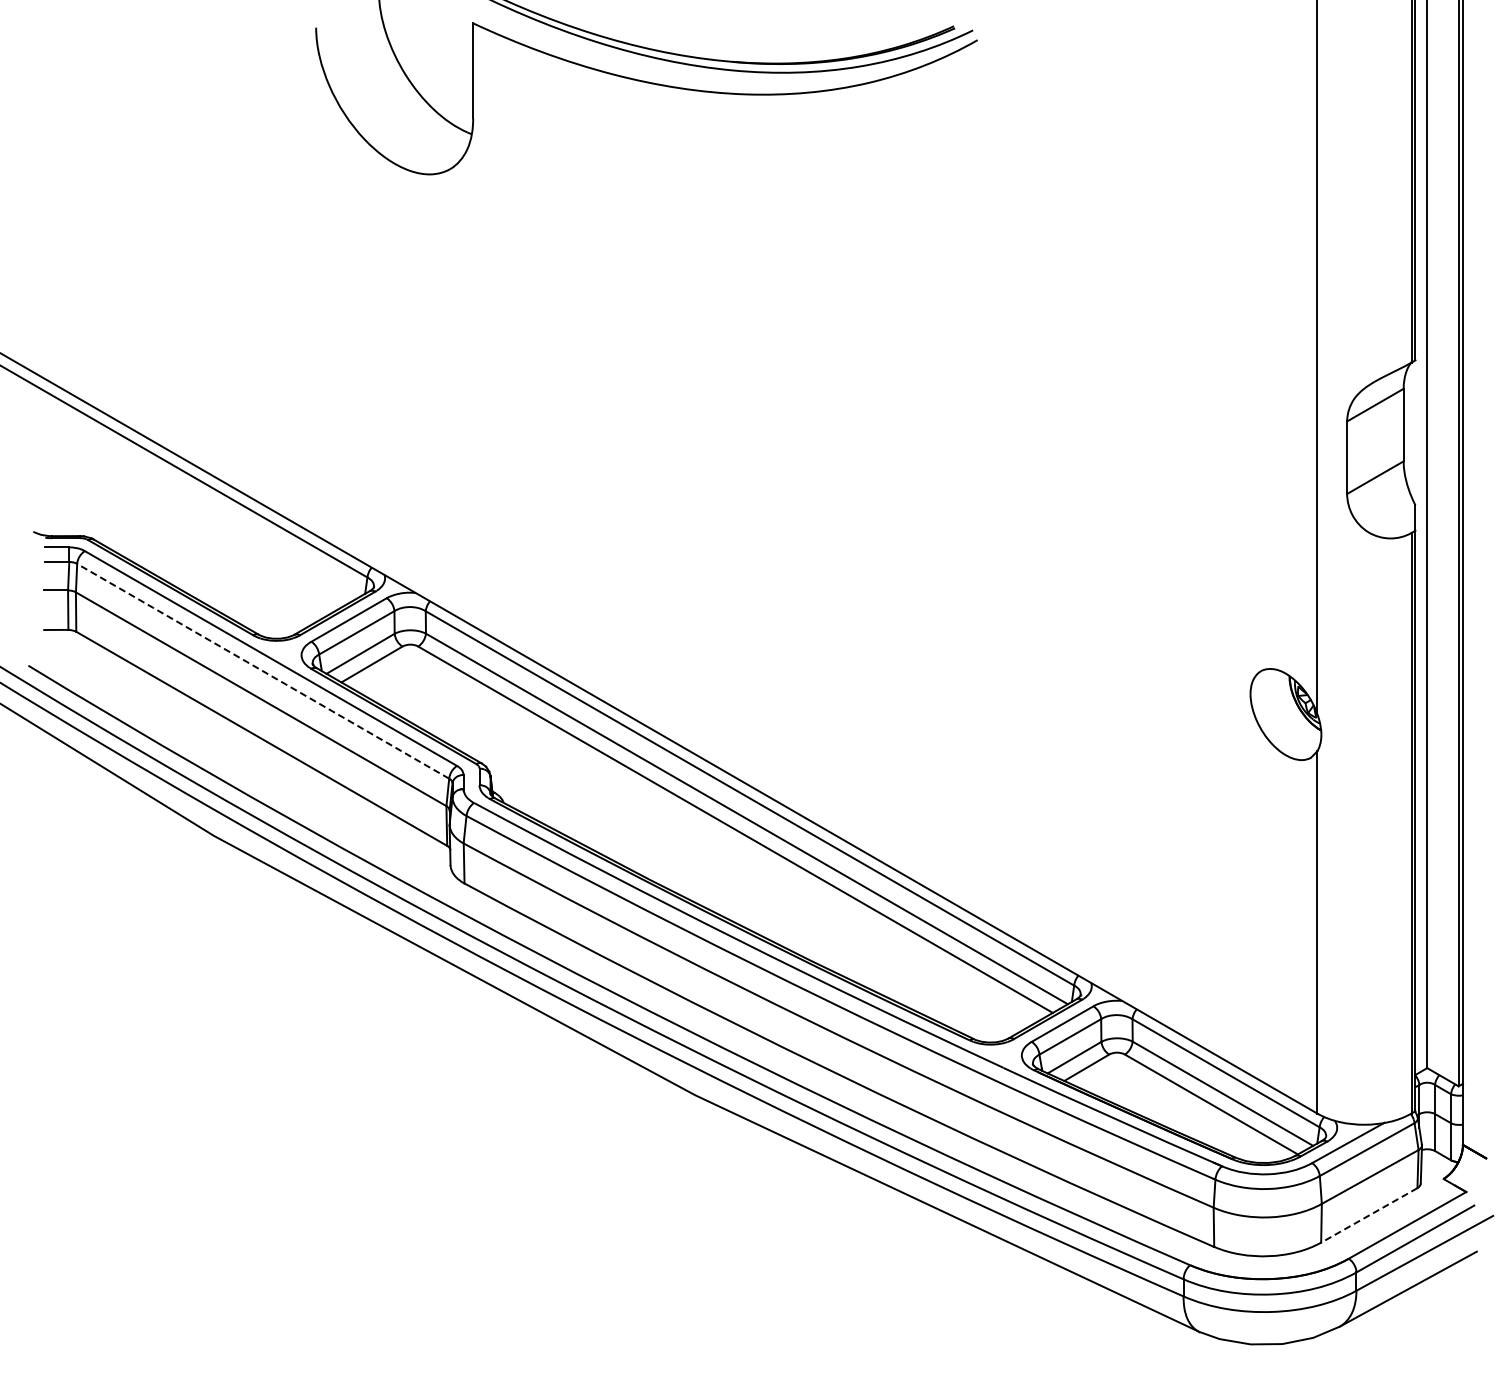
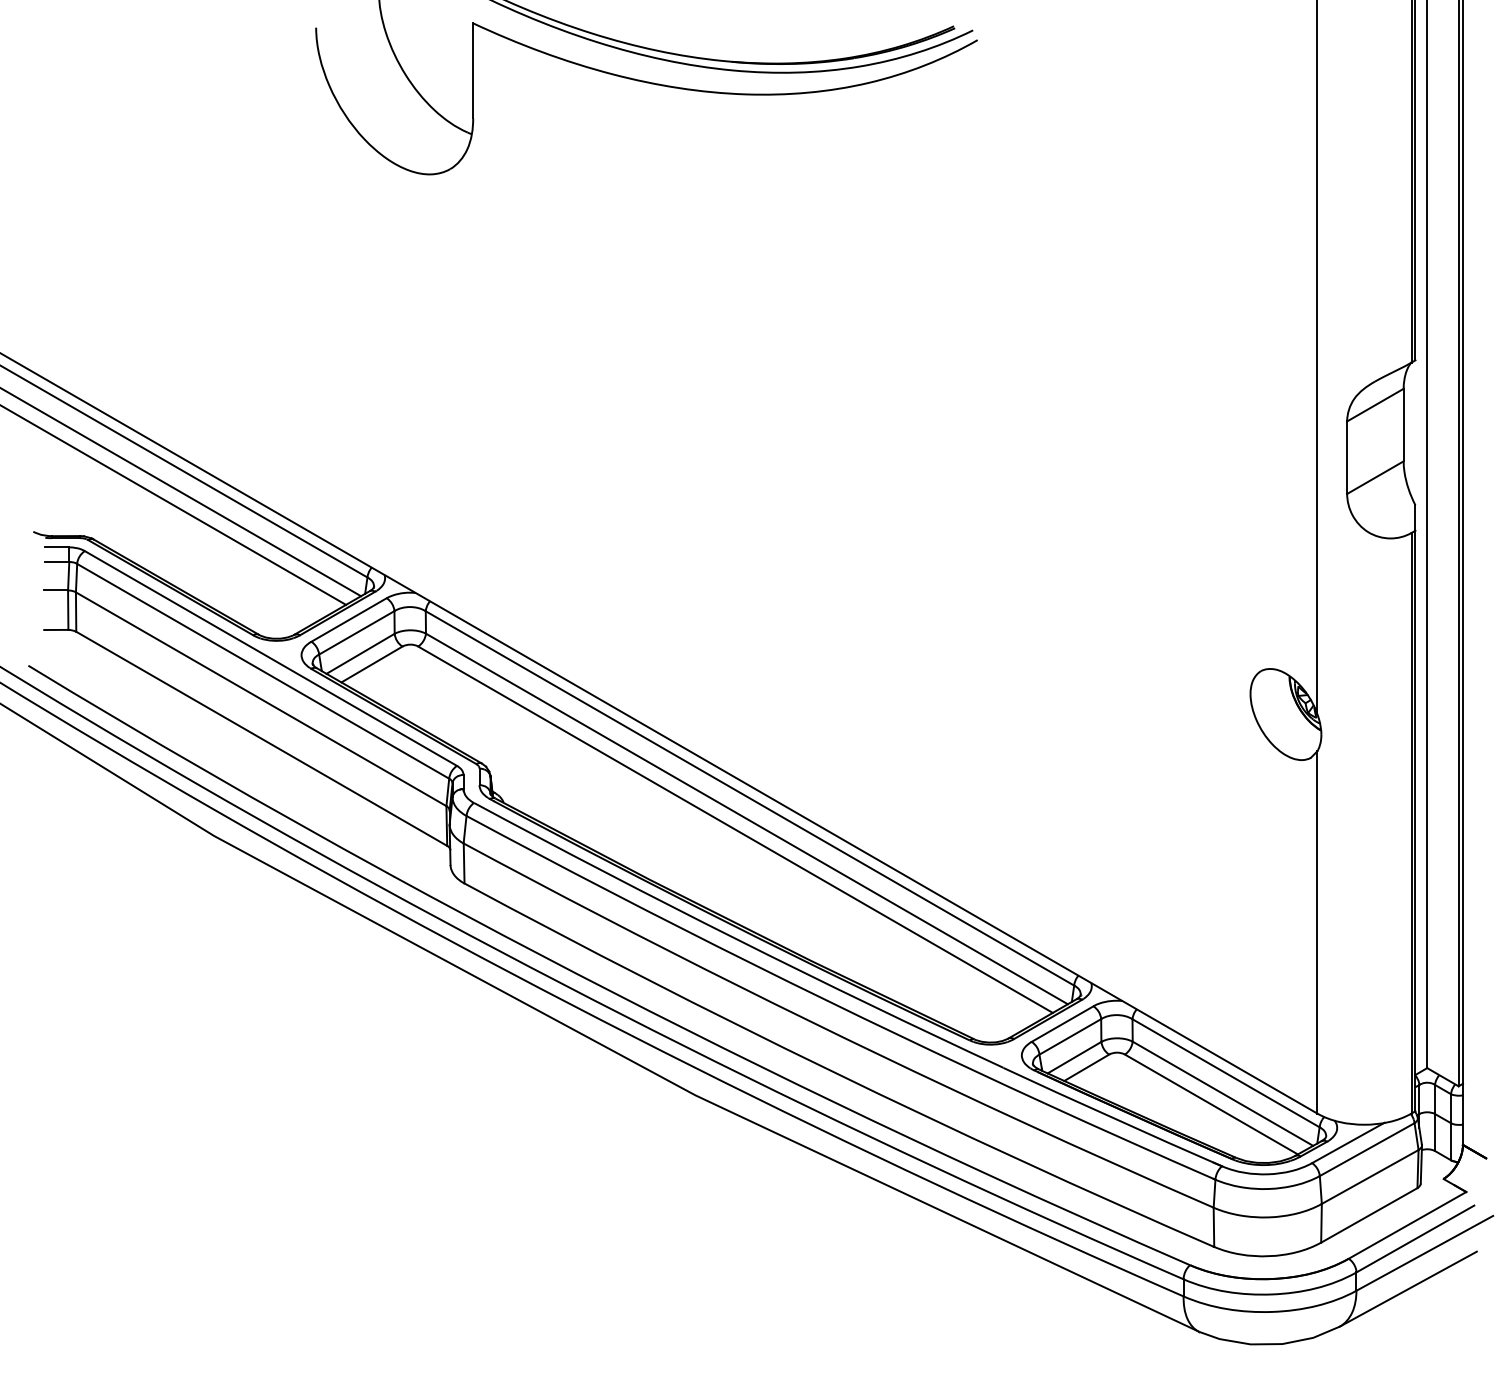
line at (181, 492): none -> present
line at (174, 505): none -> present
line at (263, 671): dashed -> solid
line at (1368, 1215): dashed -> solid
